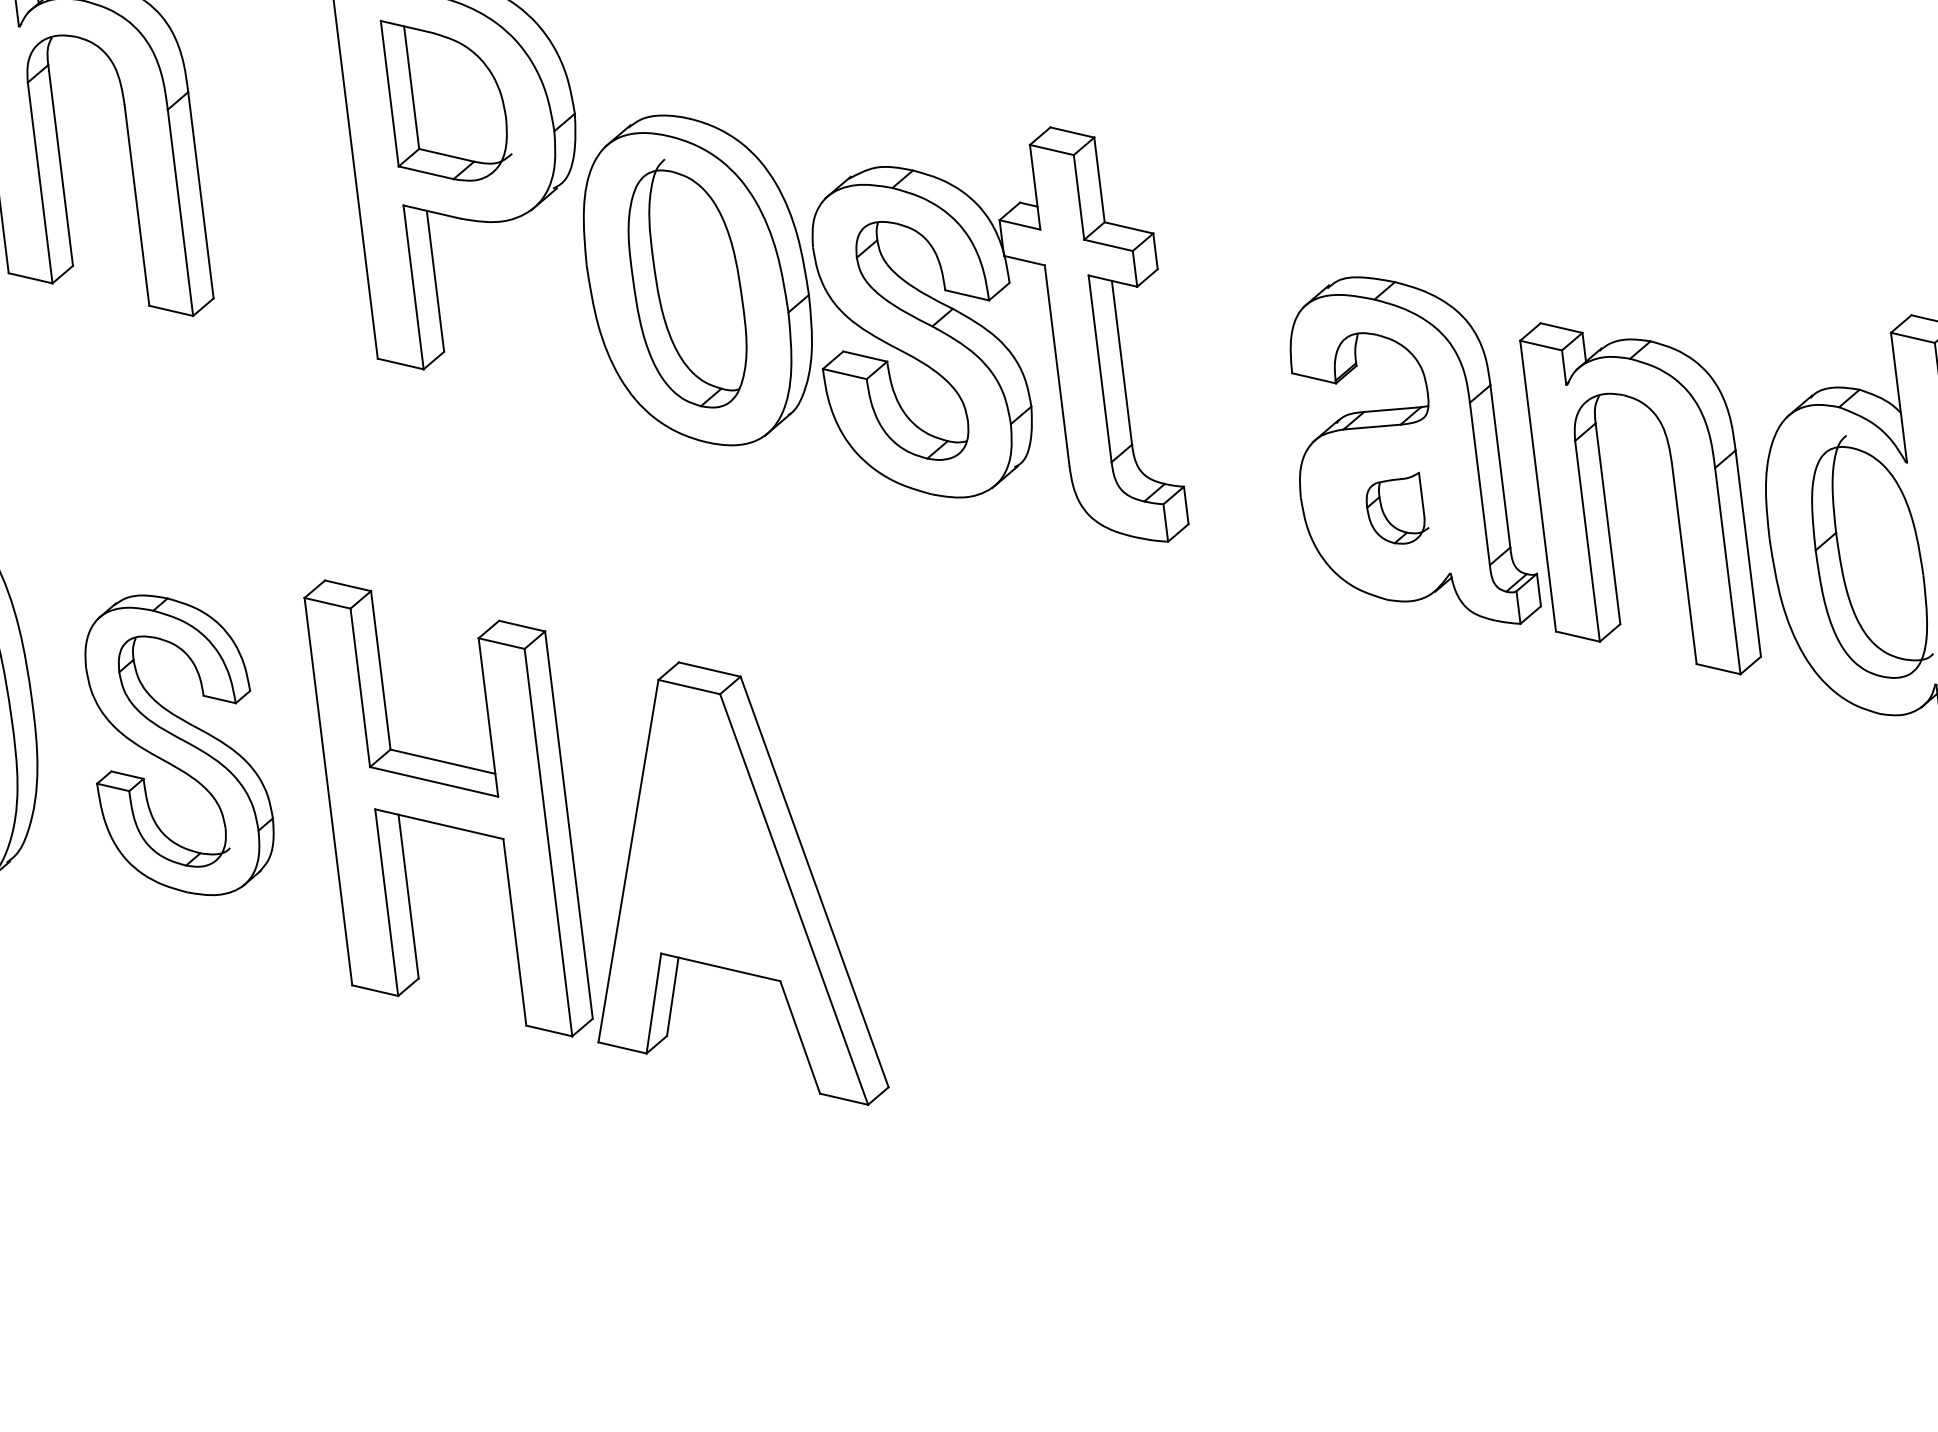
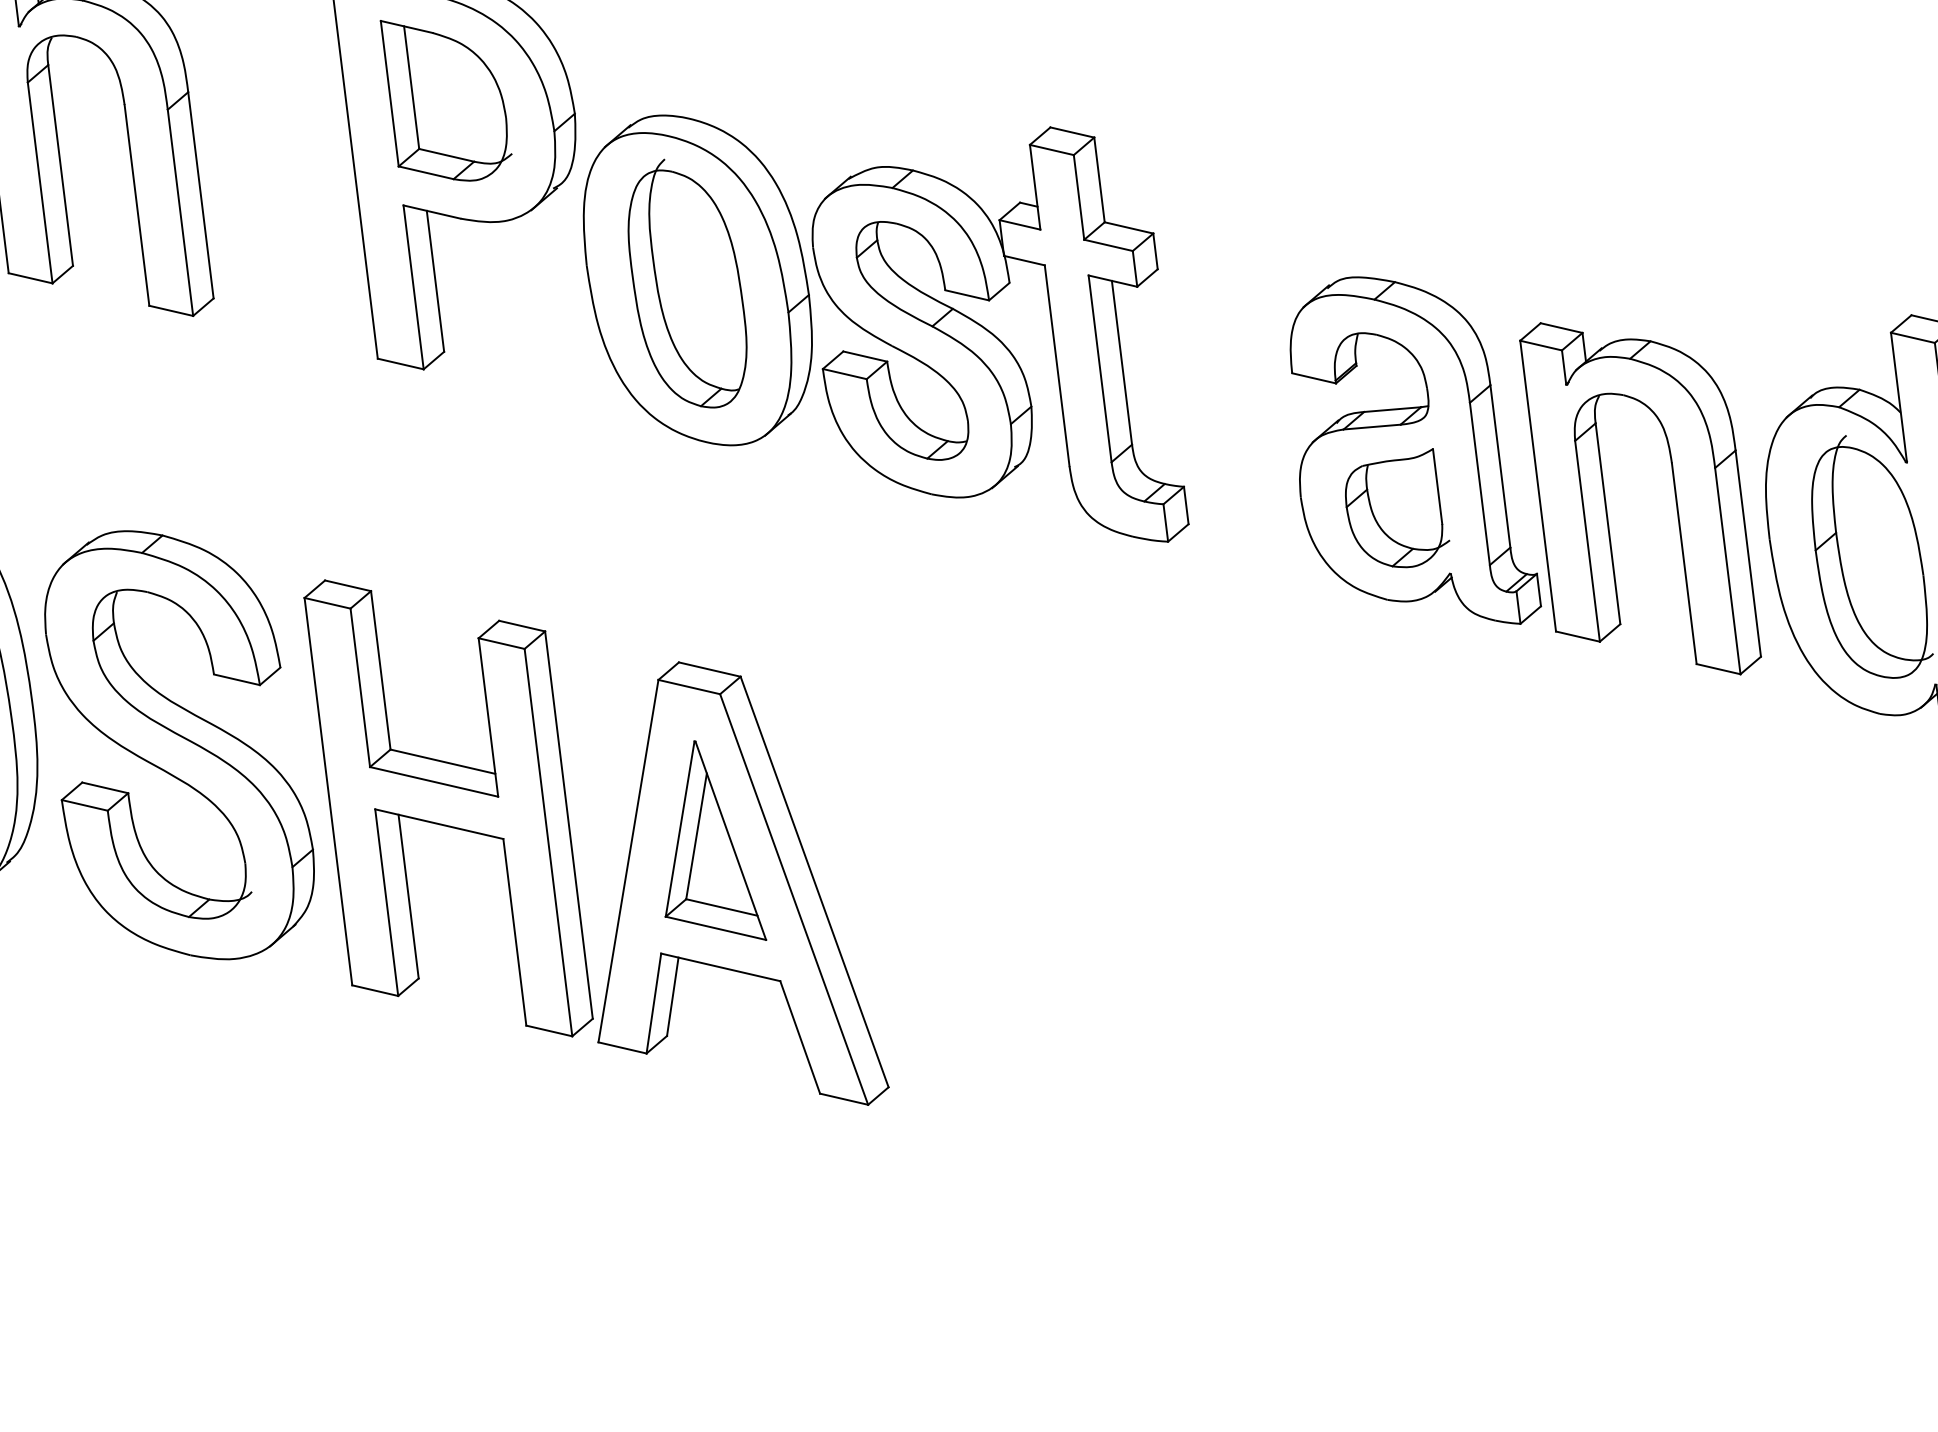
part at (1397, 507) size: 65x74 px -> 106x121 px
part at (179, 745) size: 191x303 px -> 271x431 px
part at (715, 840): none -> present
